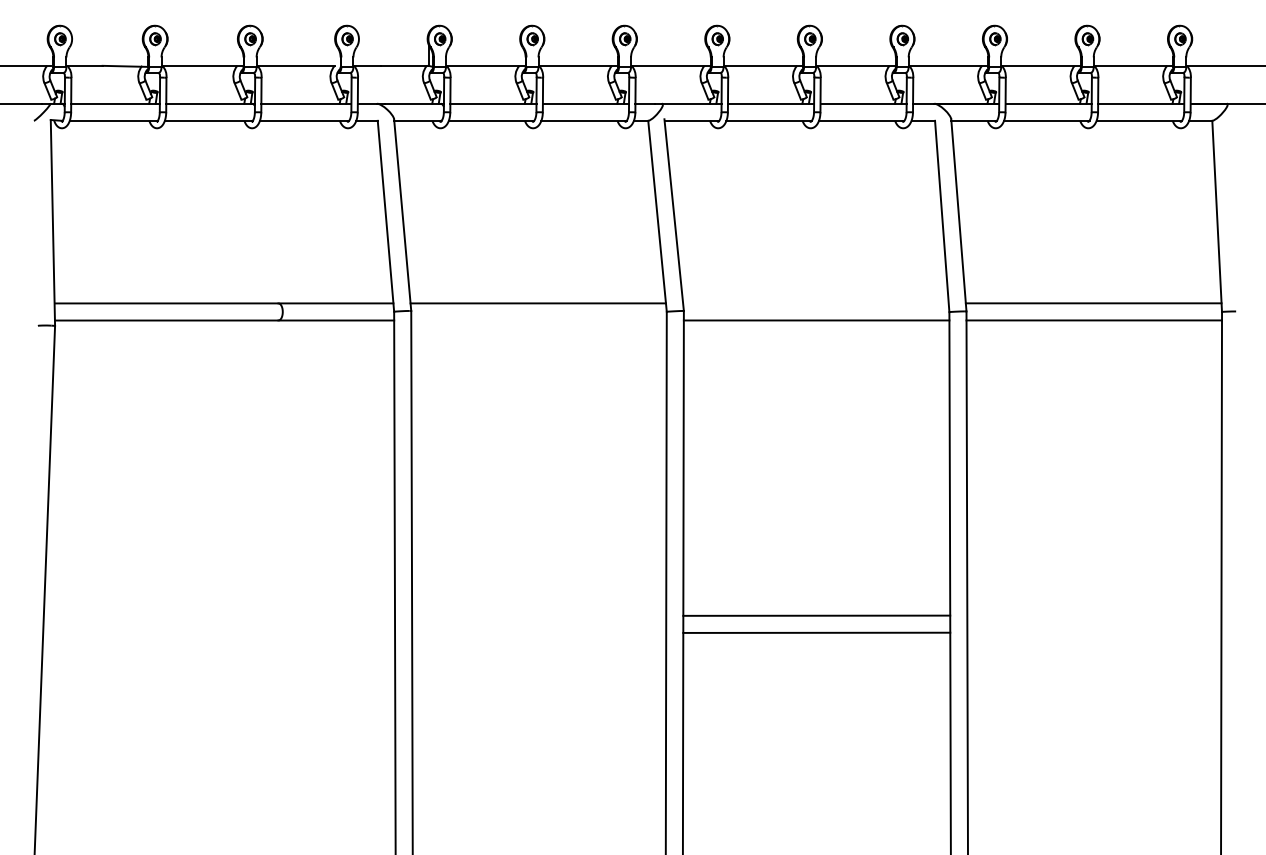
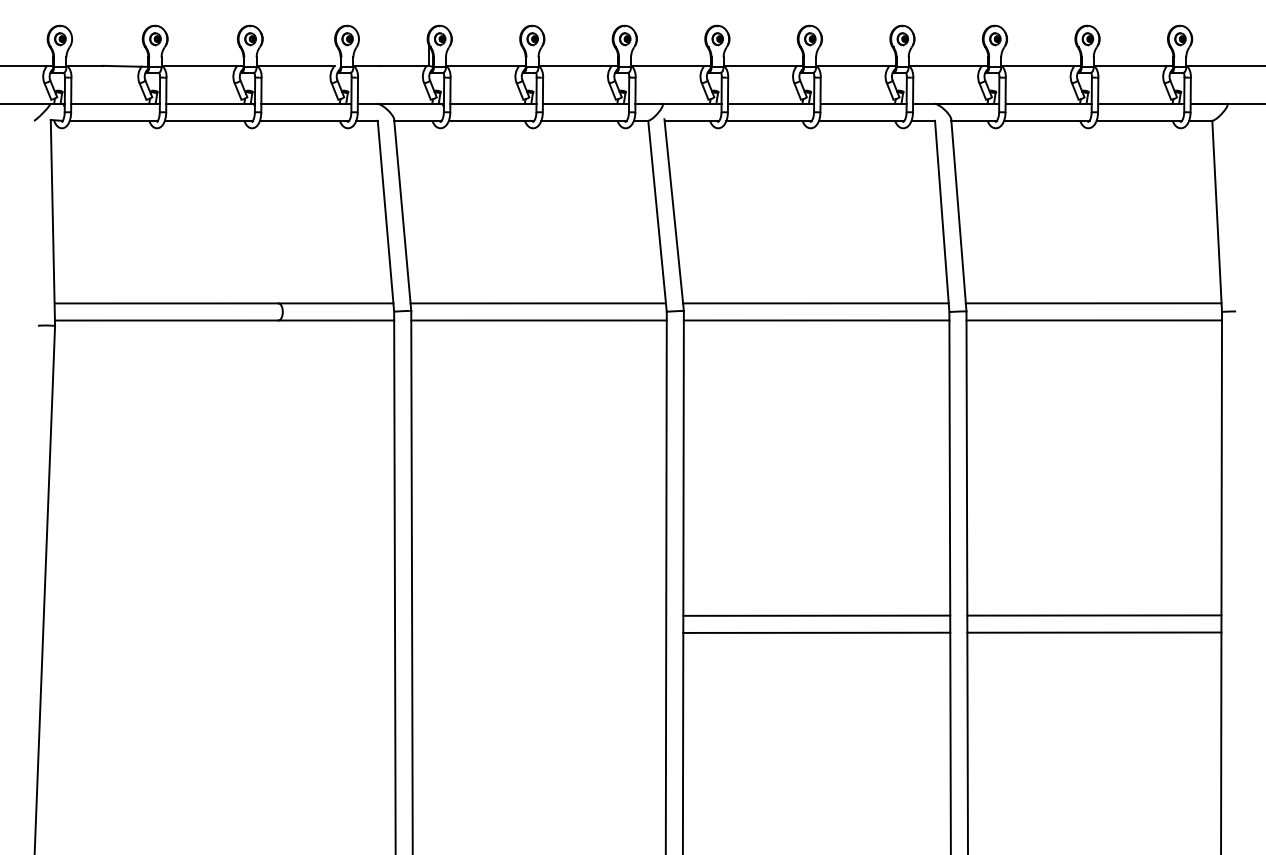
line at (815, 303): none -> present
line at (538, 320): none -> present
line at (1094, 615): none -> present
line at (1094, 632): none -> present
